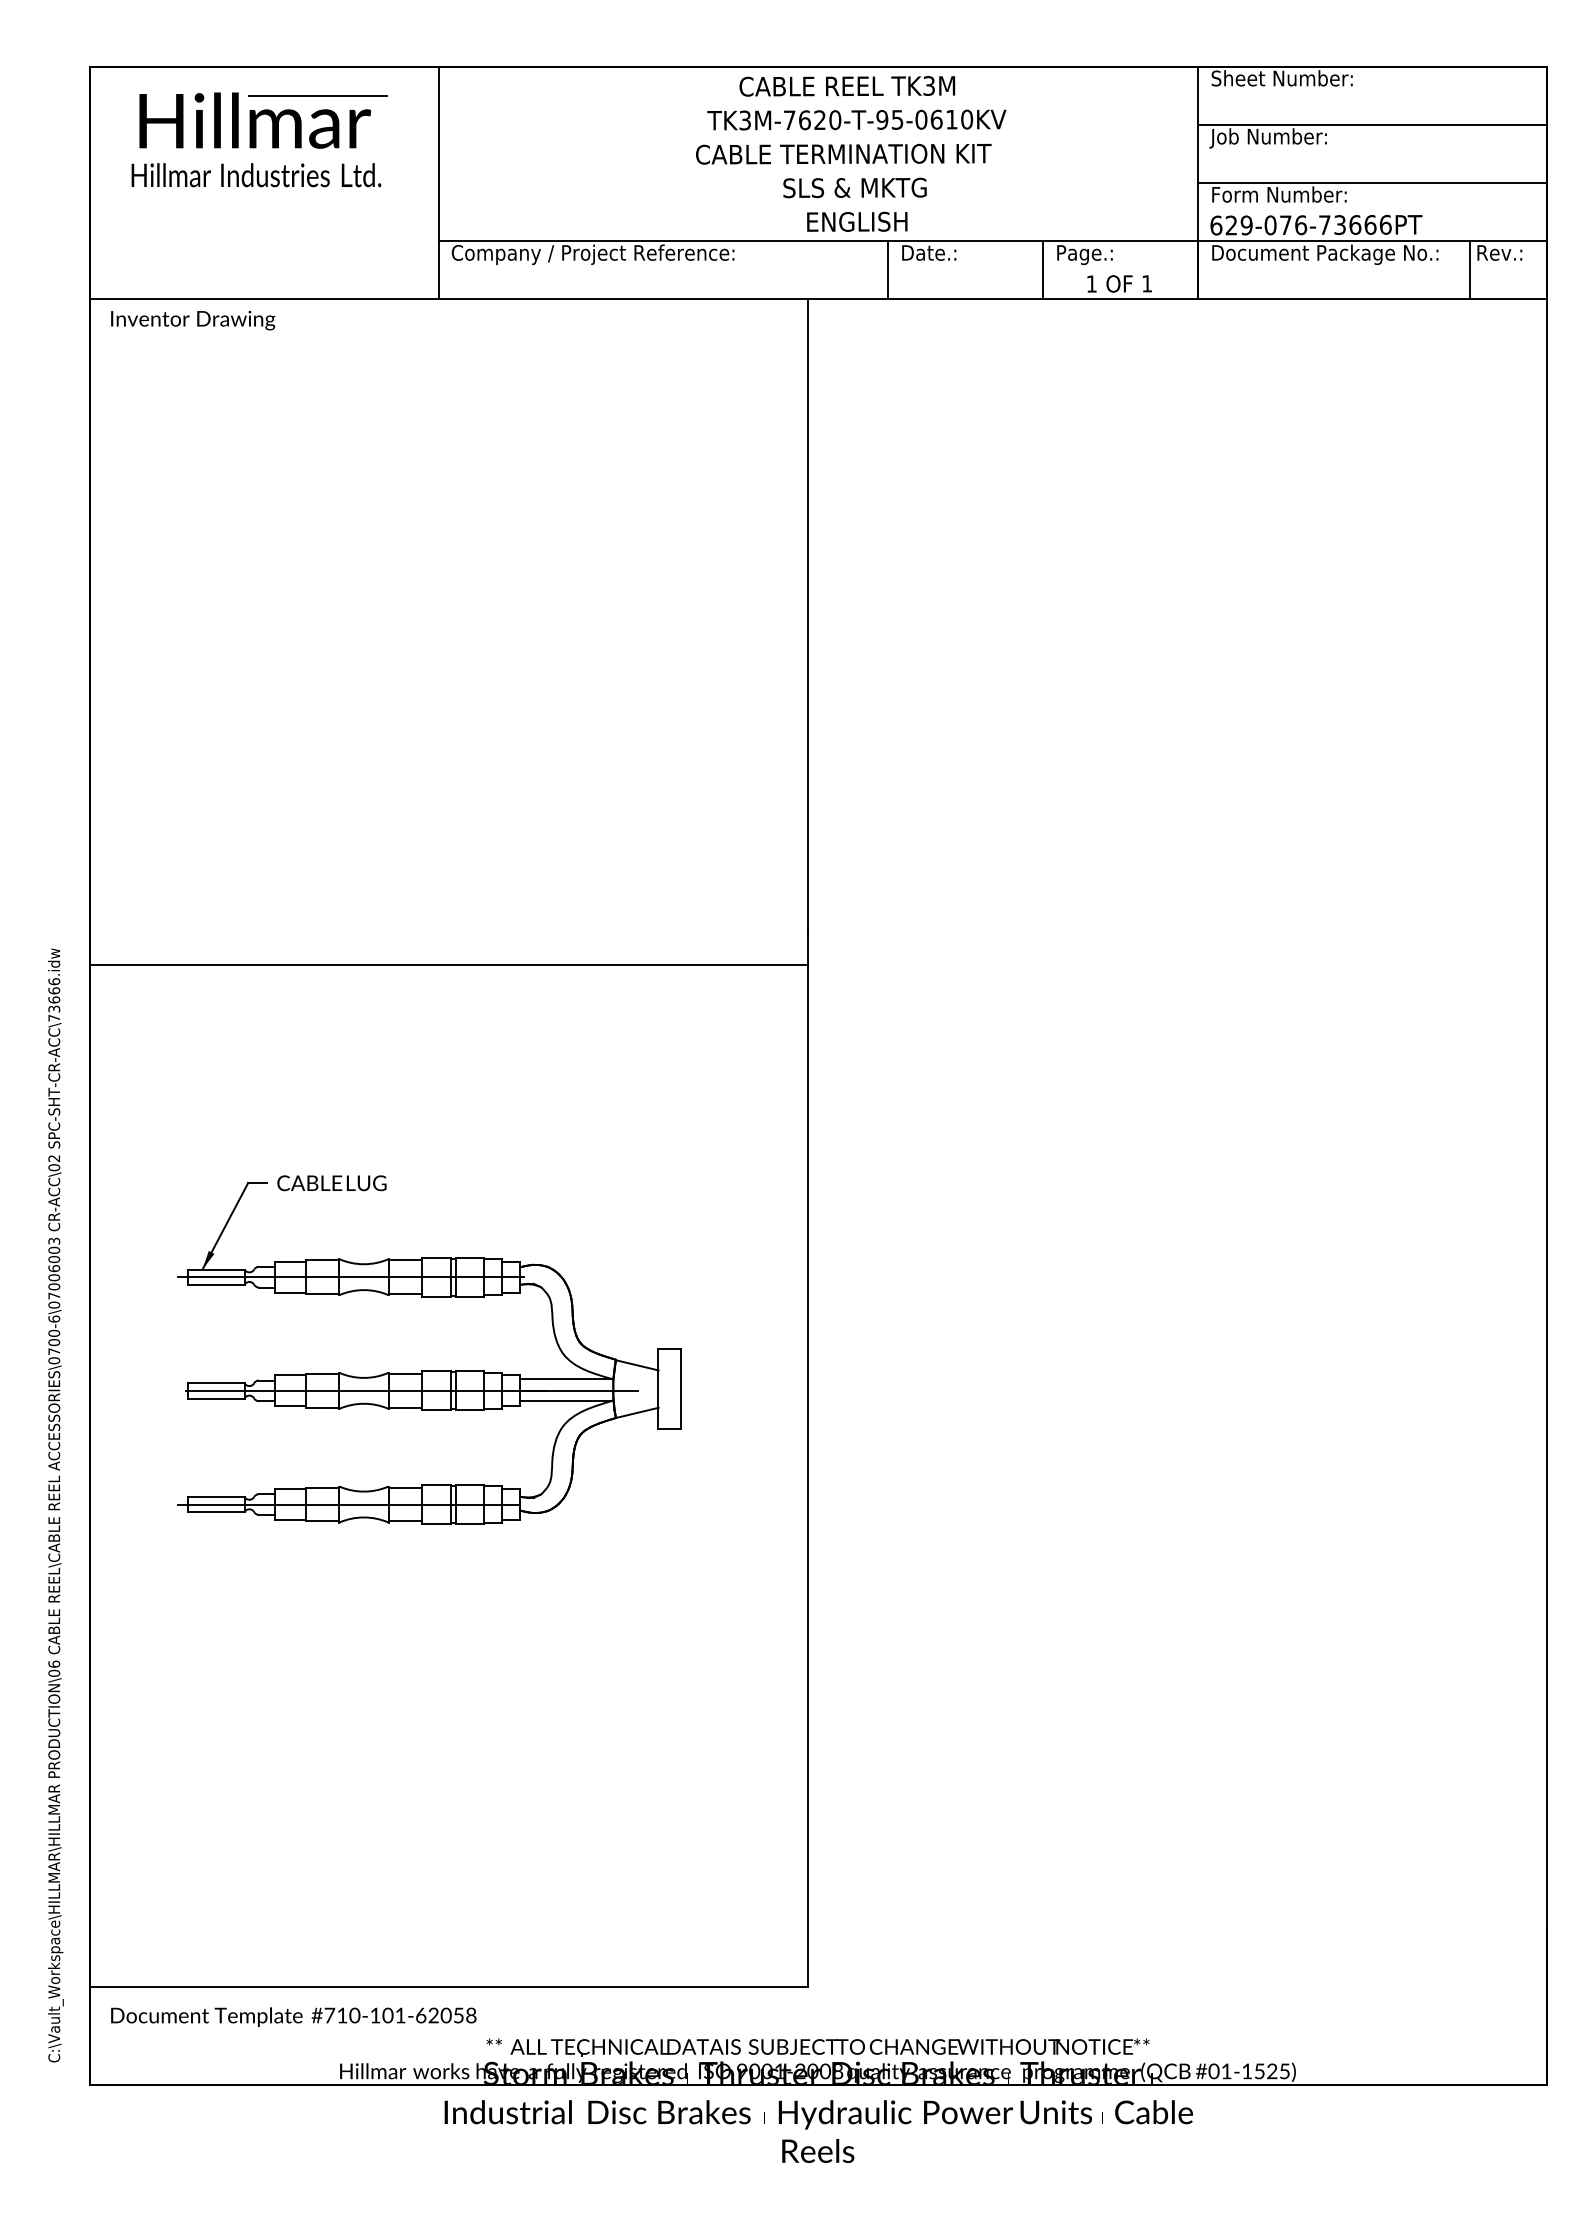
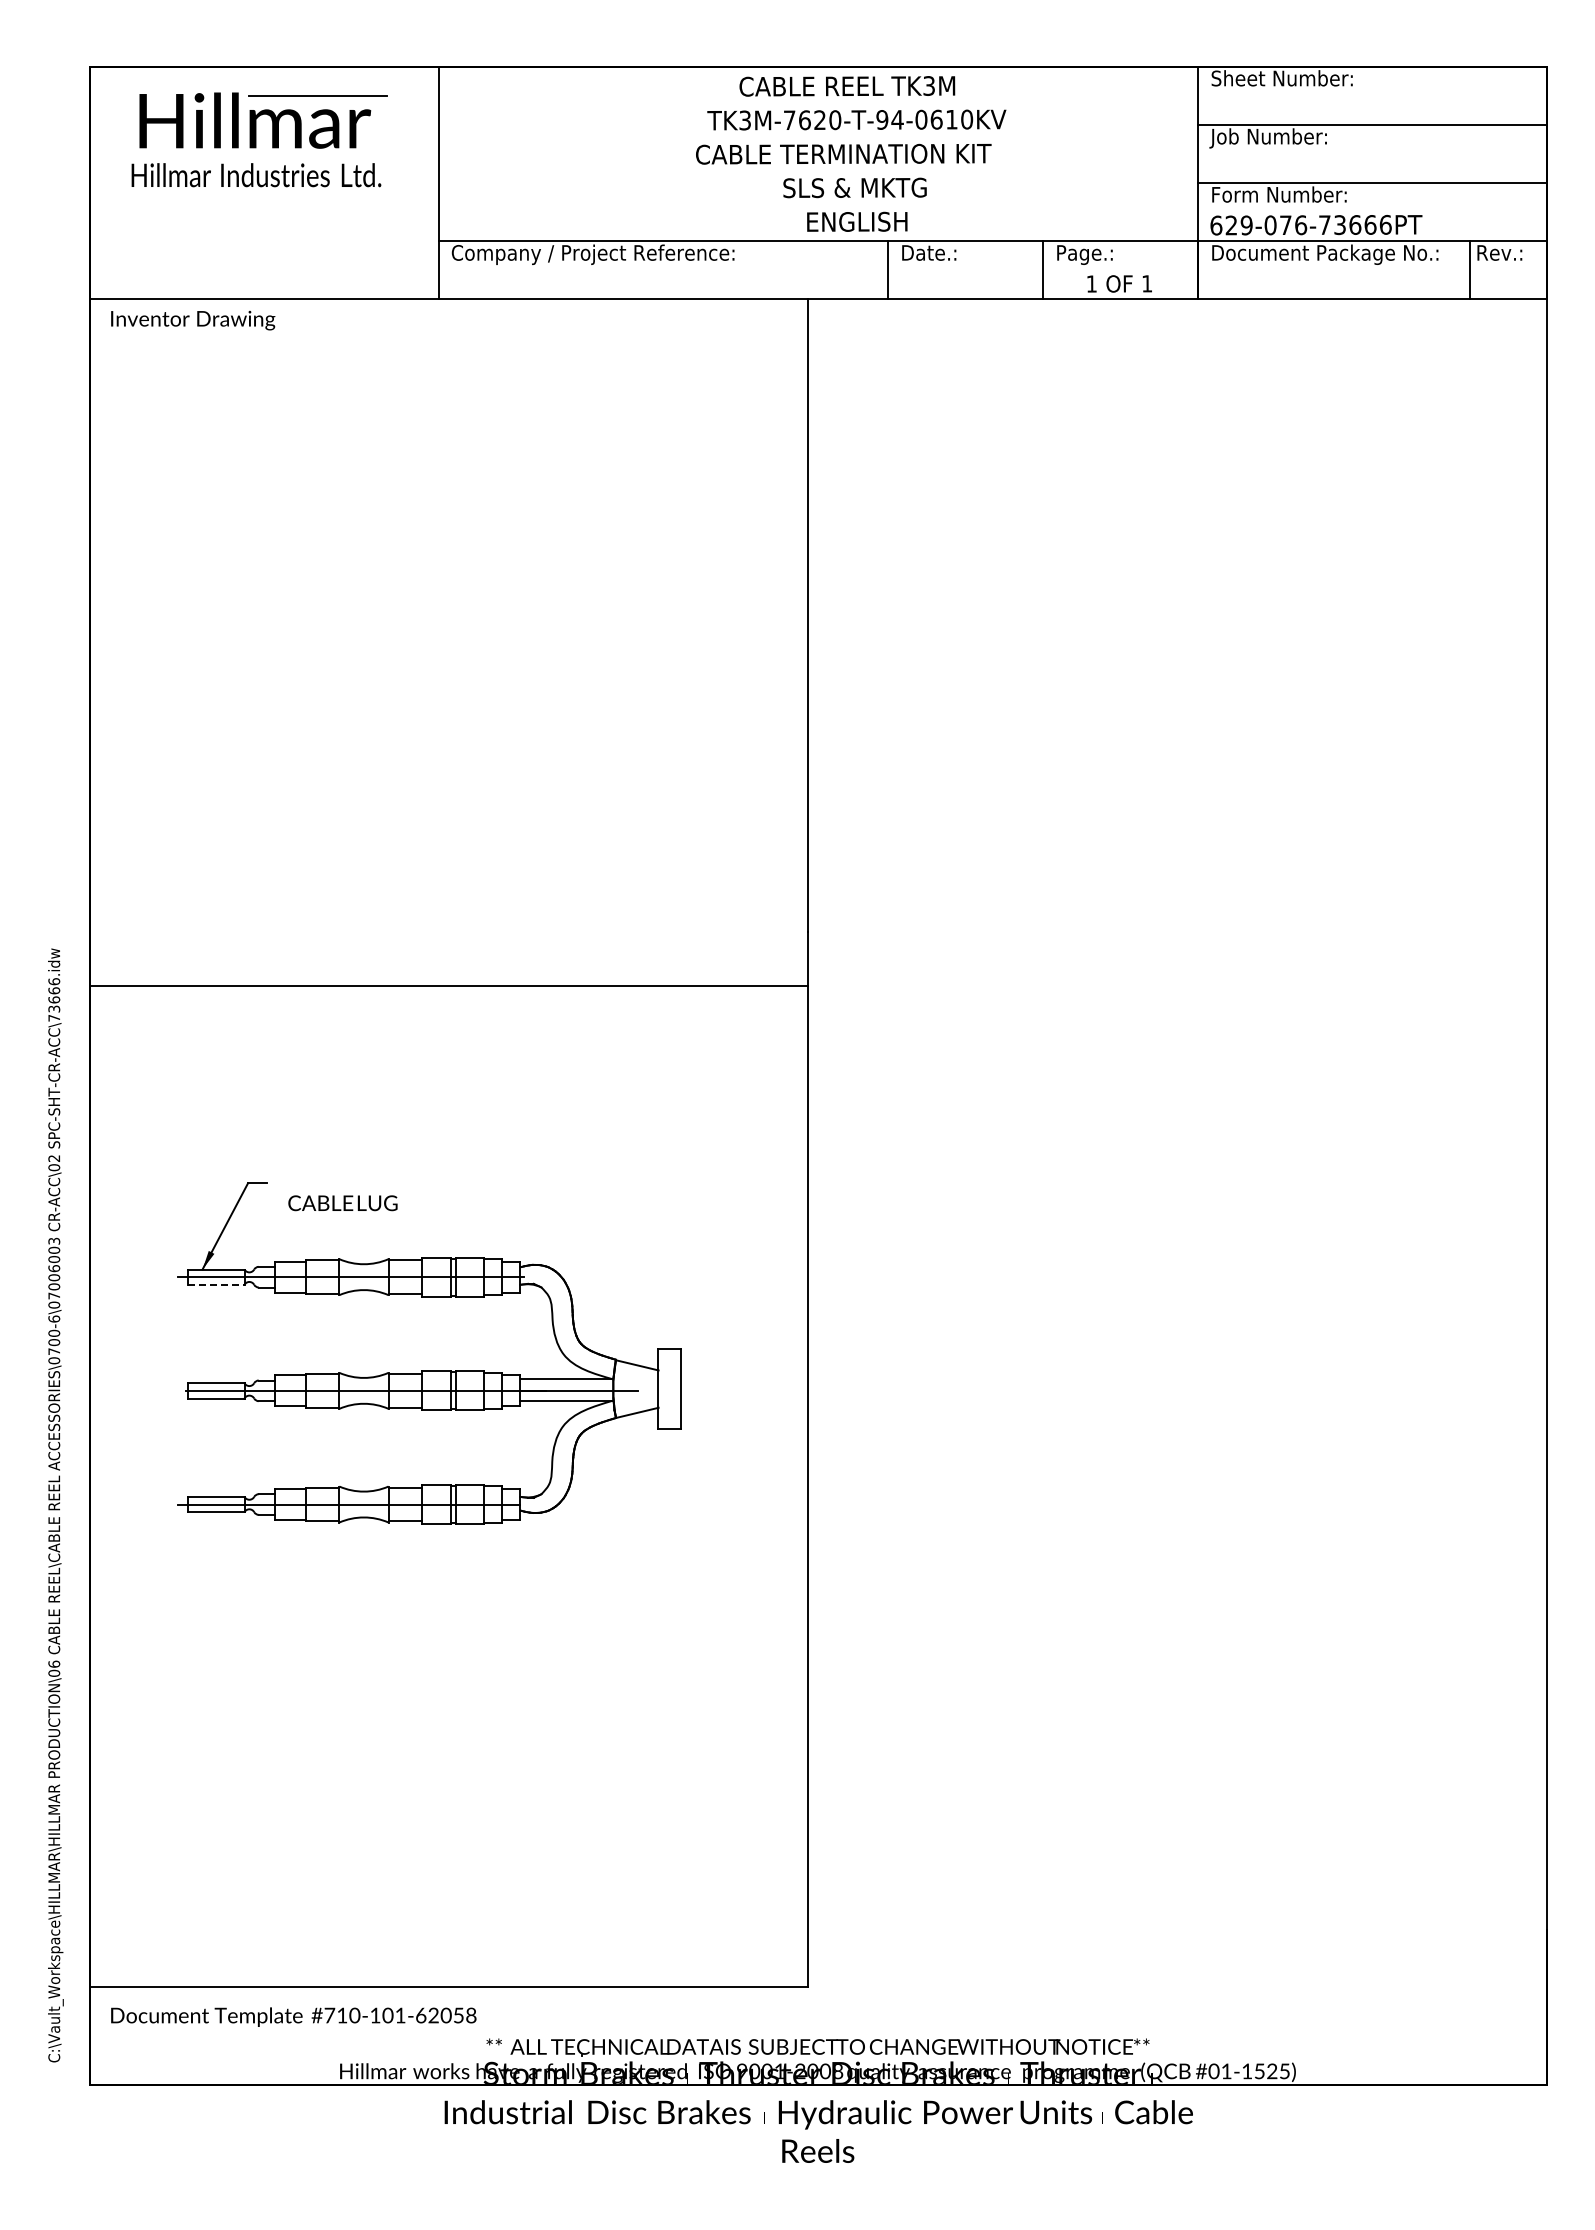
text at (897, 119): TK3M-7620-T-95-0610KV -> TK3M-7620-T-94-0610KV
line at (448, 964) position: (448, 964) -> (448, 985)
text at (331, 1183) position: (331, 1183) -> (342, 1203)
line at (216, 1284): solid -> dashed
